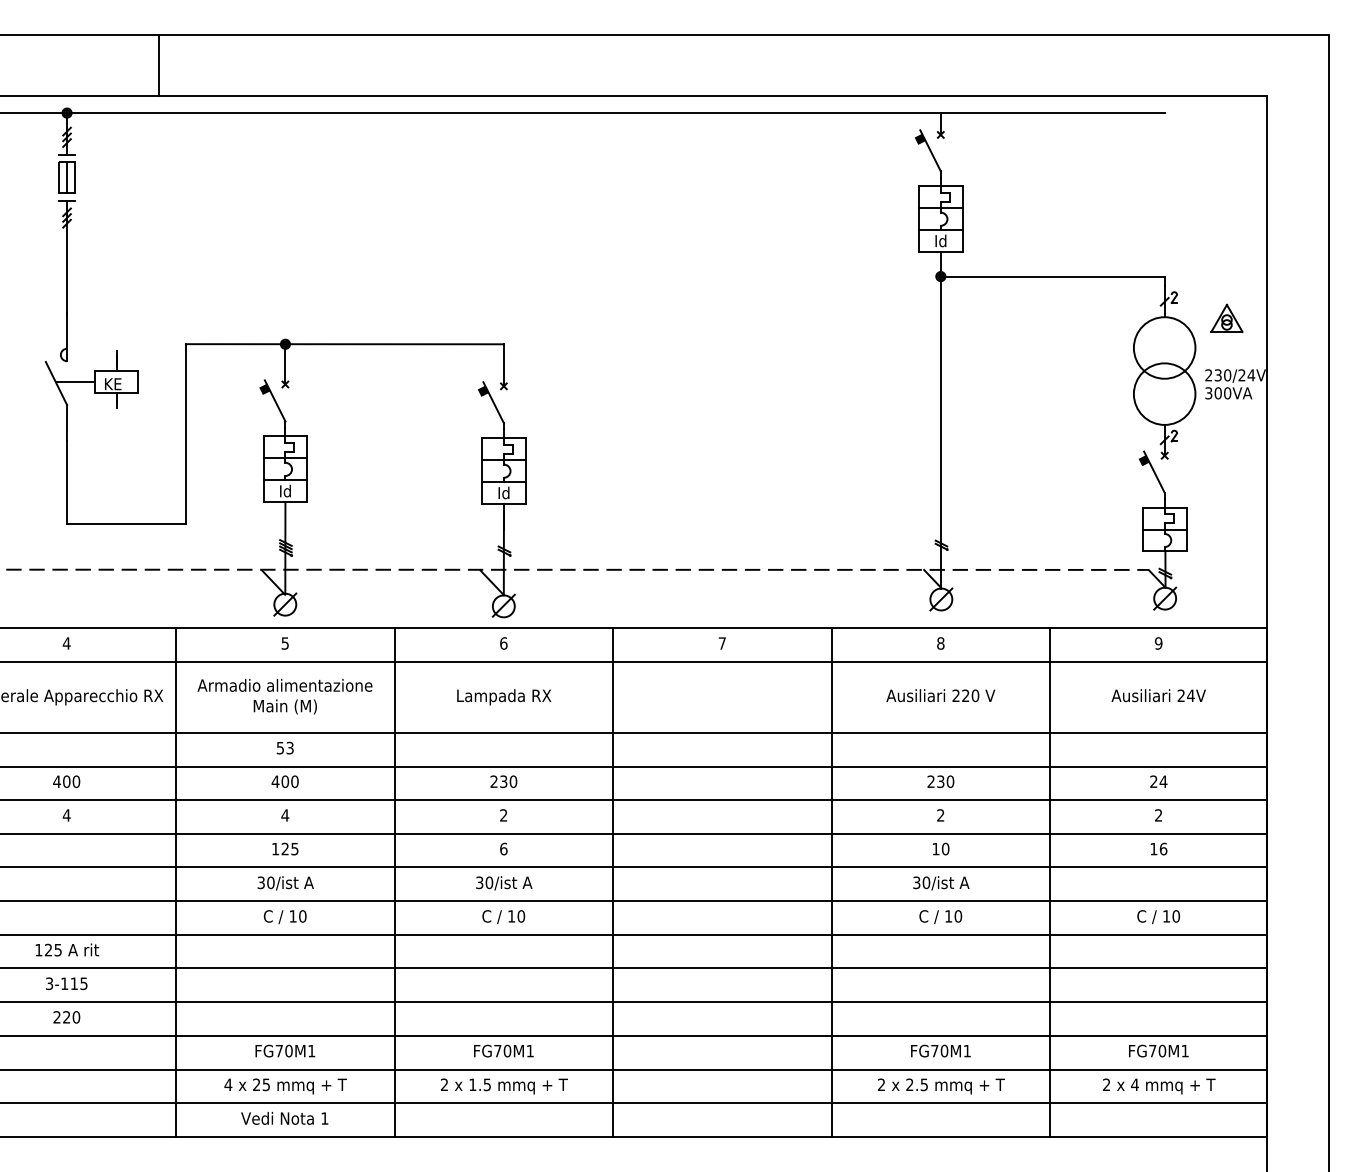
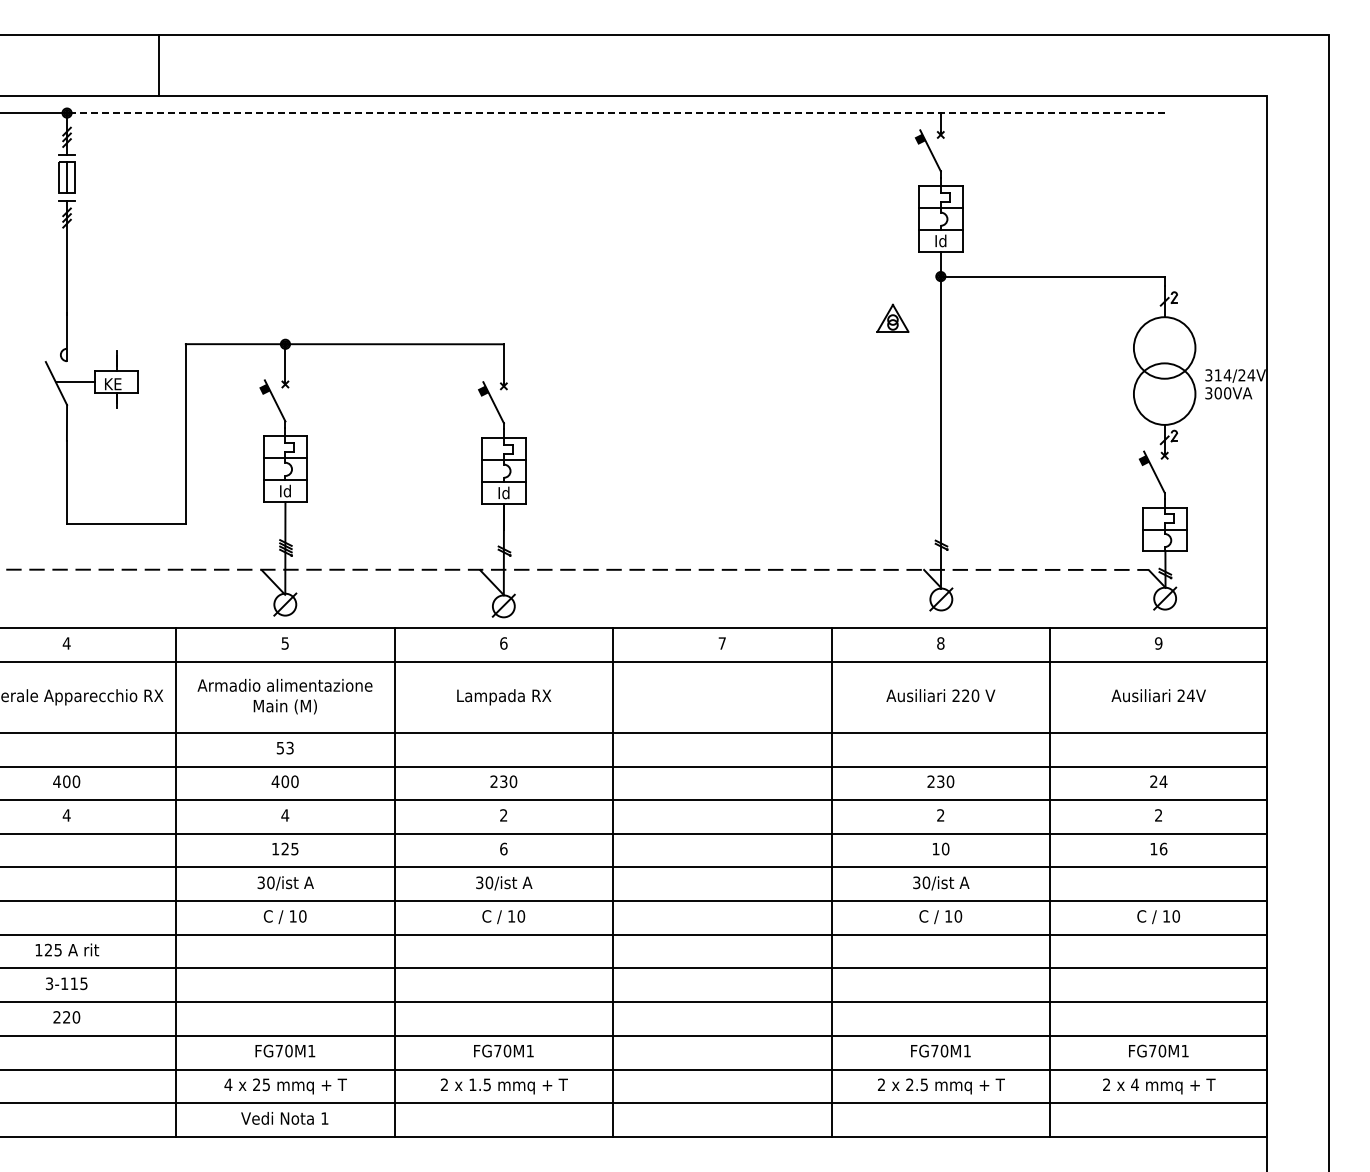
line at (617, 113): solid -> dashed
part at (1226, 317) position: (1226, 317) -> (892, 317)
text at (1218, 375): 230/24V -> 314/24V
